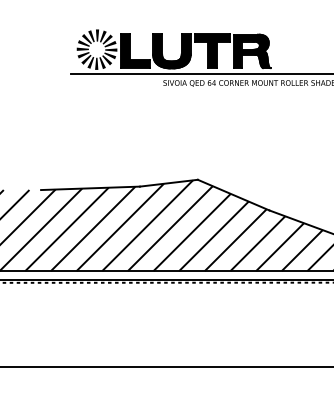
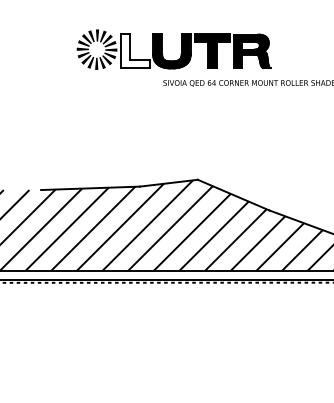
fill at (135, 50): present -> none
line at (200, 73): present -> none
line at (166, 367): present -> none
